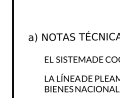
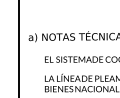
line at (13, 48) position: (13, 48) -> (19, 48)
